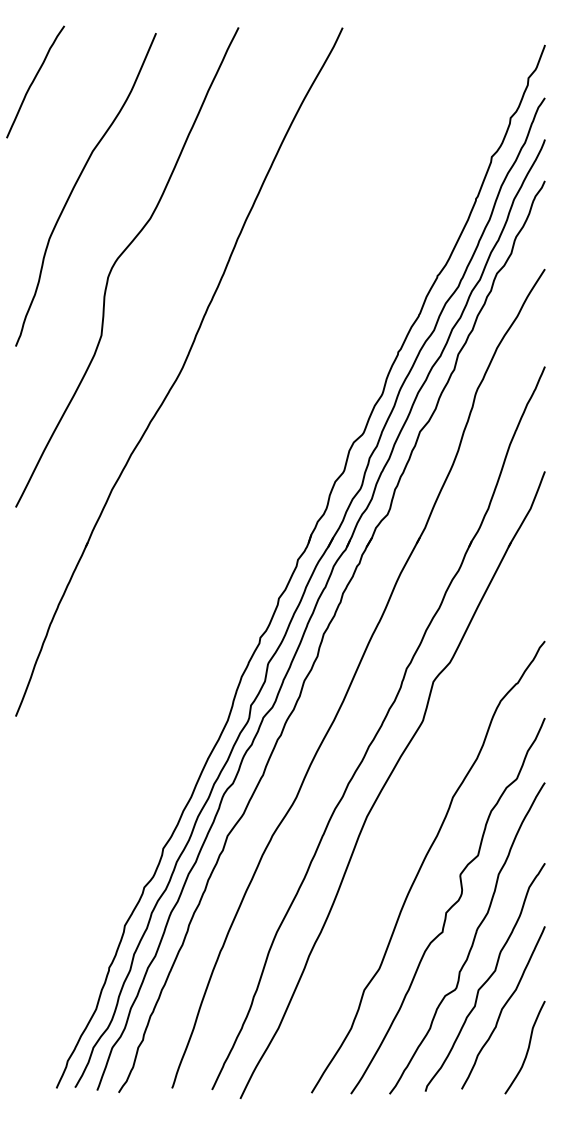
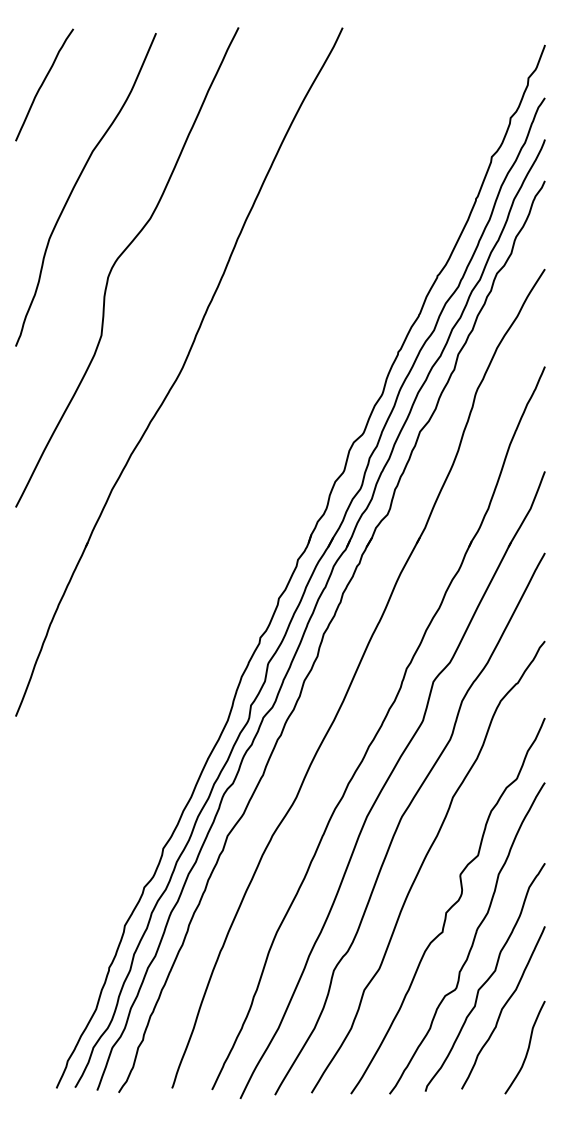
curve at (34, 81) position: (34, 81) -> (43, 84)
curve at (401, 820): none -> present
